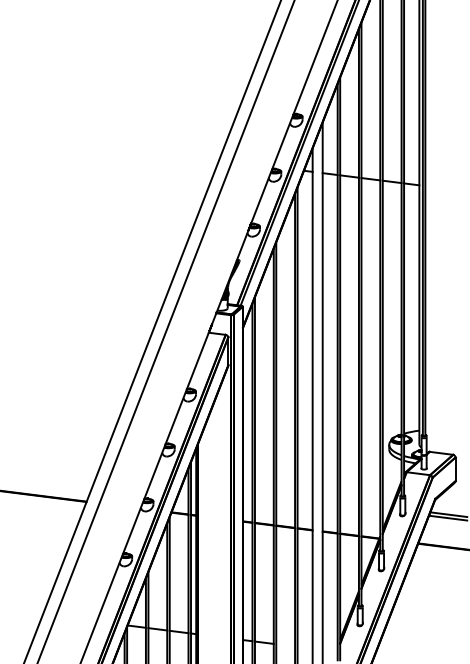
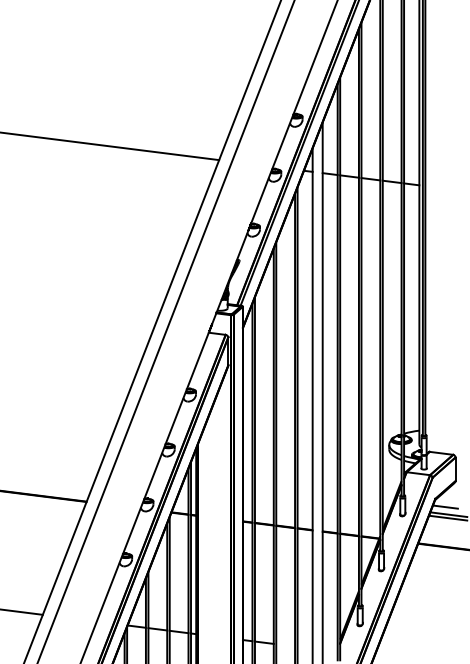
line at (110, 146): none -> present
line at (445, 506): none -> present
line at (22, 611): none -> present
